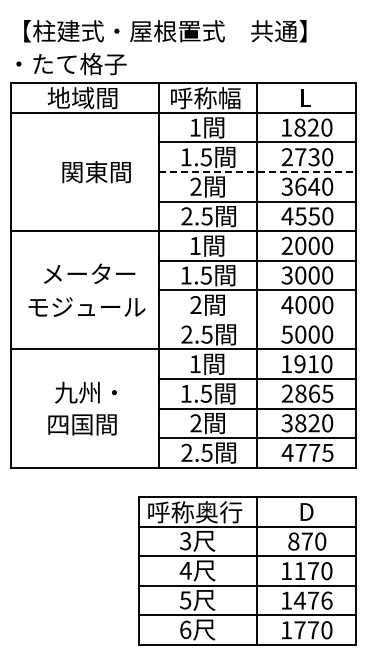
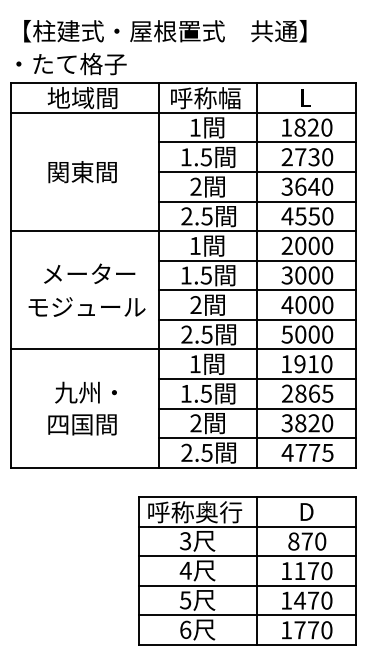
text at (96, 172) position: (96, 172) -> (82, 172)
line at (257, 172): dashed -> solid
line at (256, 319): none -> present
text at (326, 600): 1476 -> 1470
